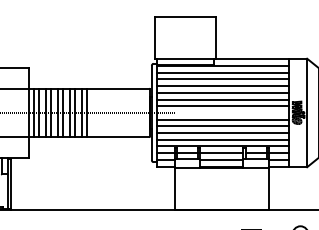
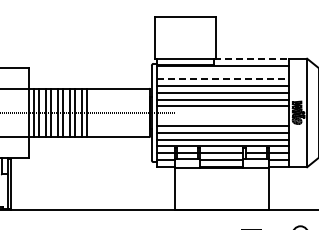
line at (251, 59): solid -> dashed
line at (223, 72): present -> none
line at (223, 79): solid -> dashed
line at (223, 119): present -> none
